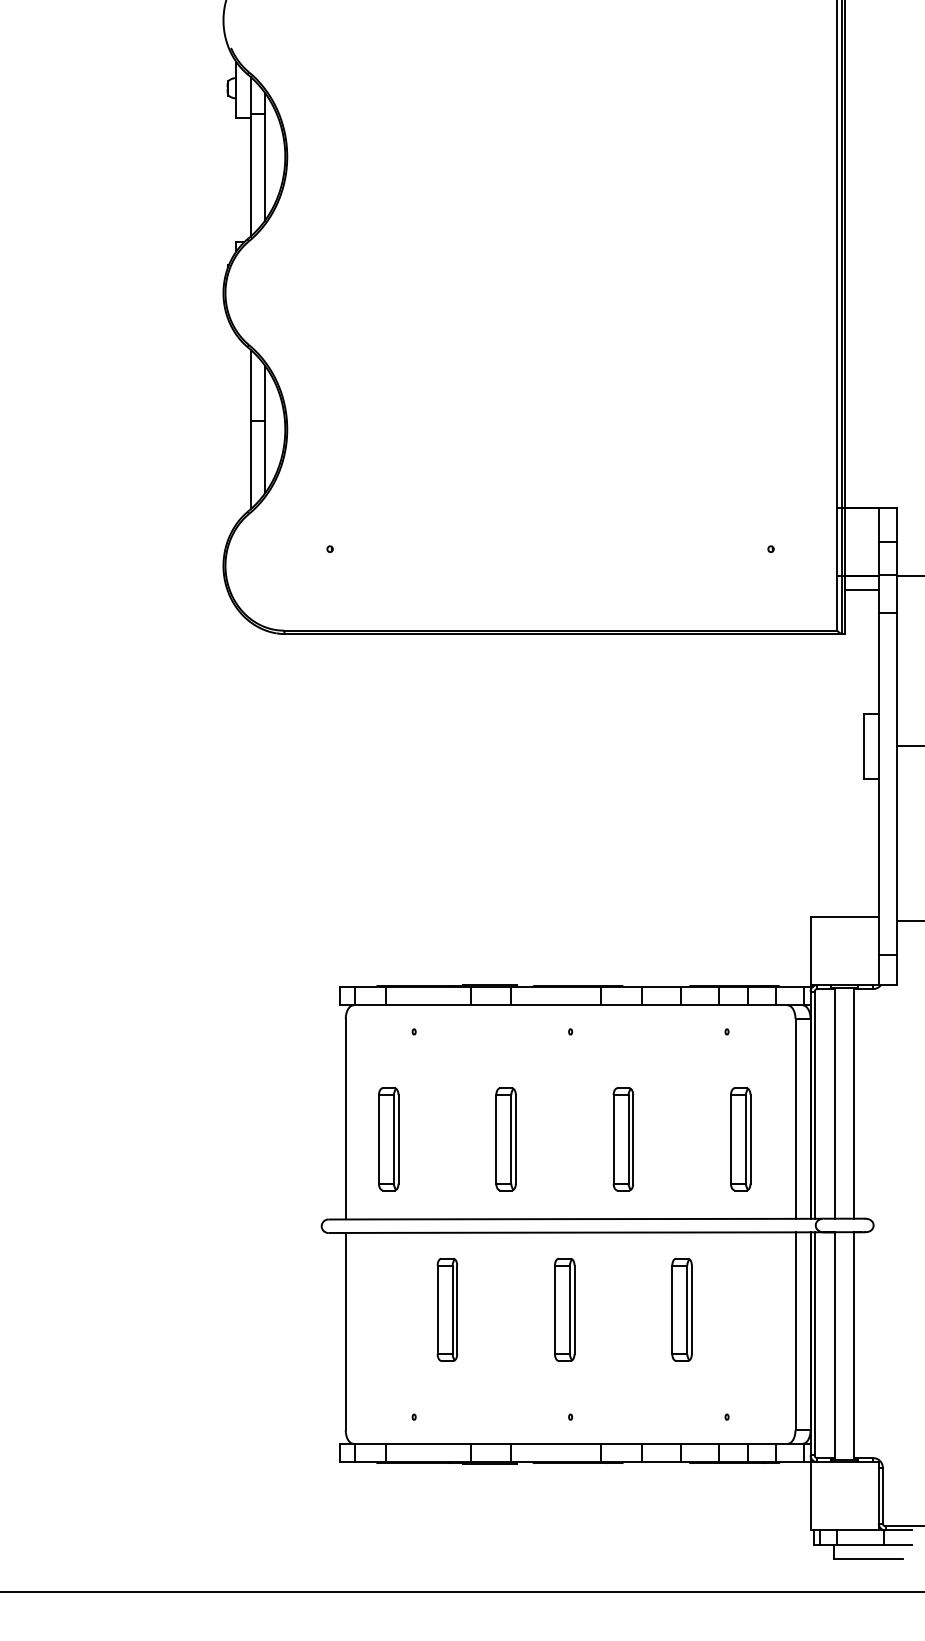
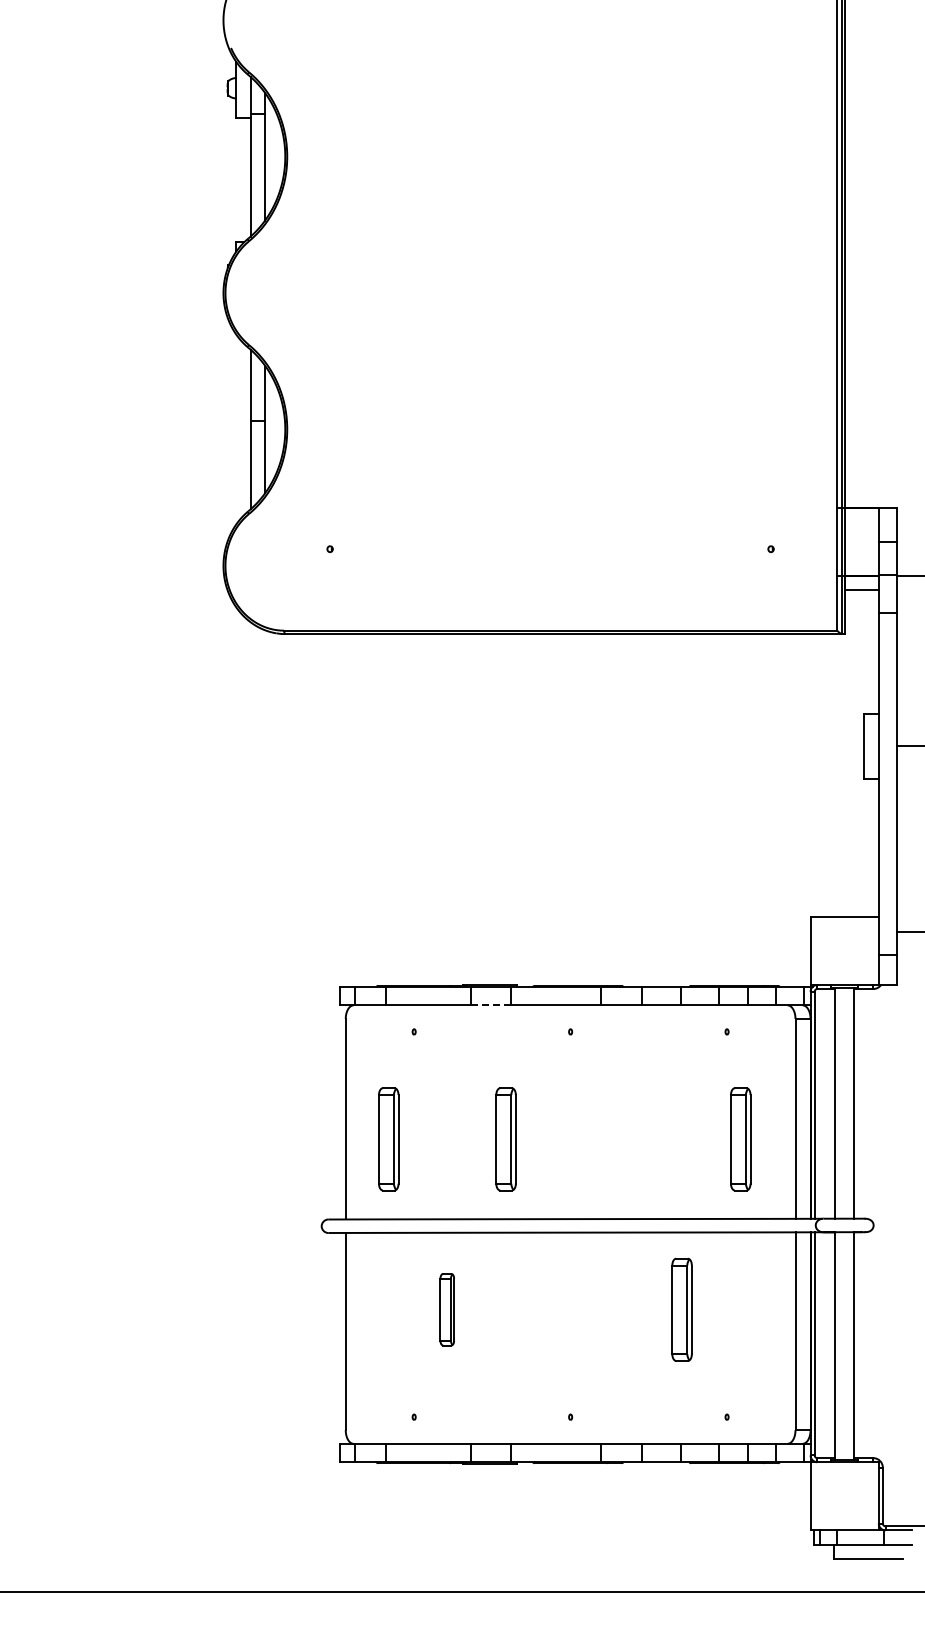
line at (909, 920) position: (909, 920) -> (909, 931)
line at (491, 1005): solid -> dashed
part at (623, 1139): present -> none
part at (446, 1309) size: 22x105 px -> 16x74 px
part at (564, 1309): present -> none
